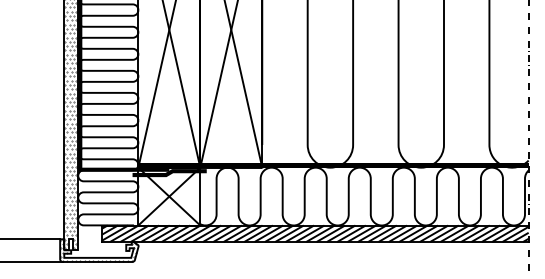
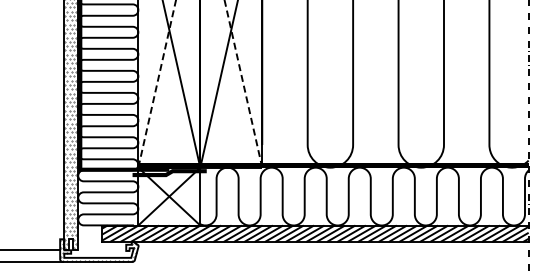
line at (157, 84): solid -> dashed
line at (243, 84): solid -> dashed
line at (31, 239) position: (31, 239) -> (31, 250)
